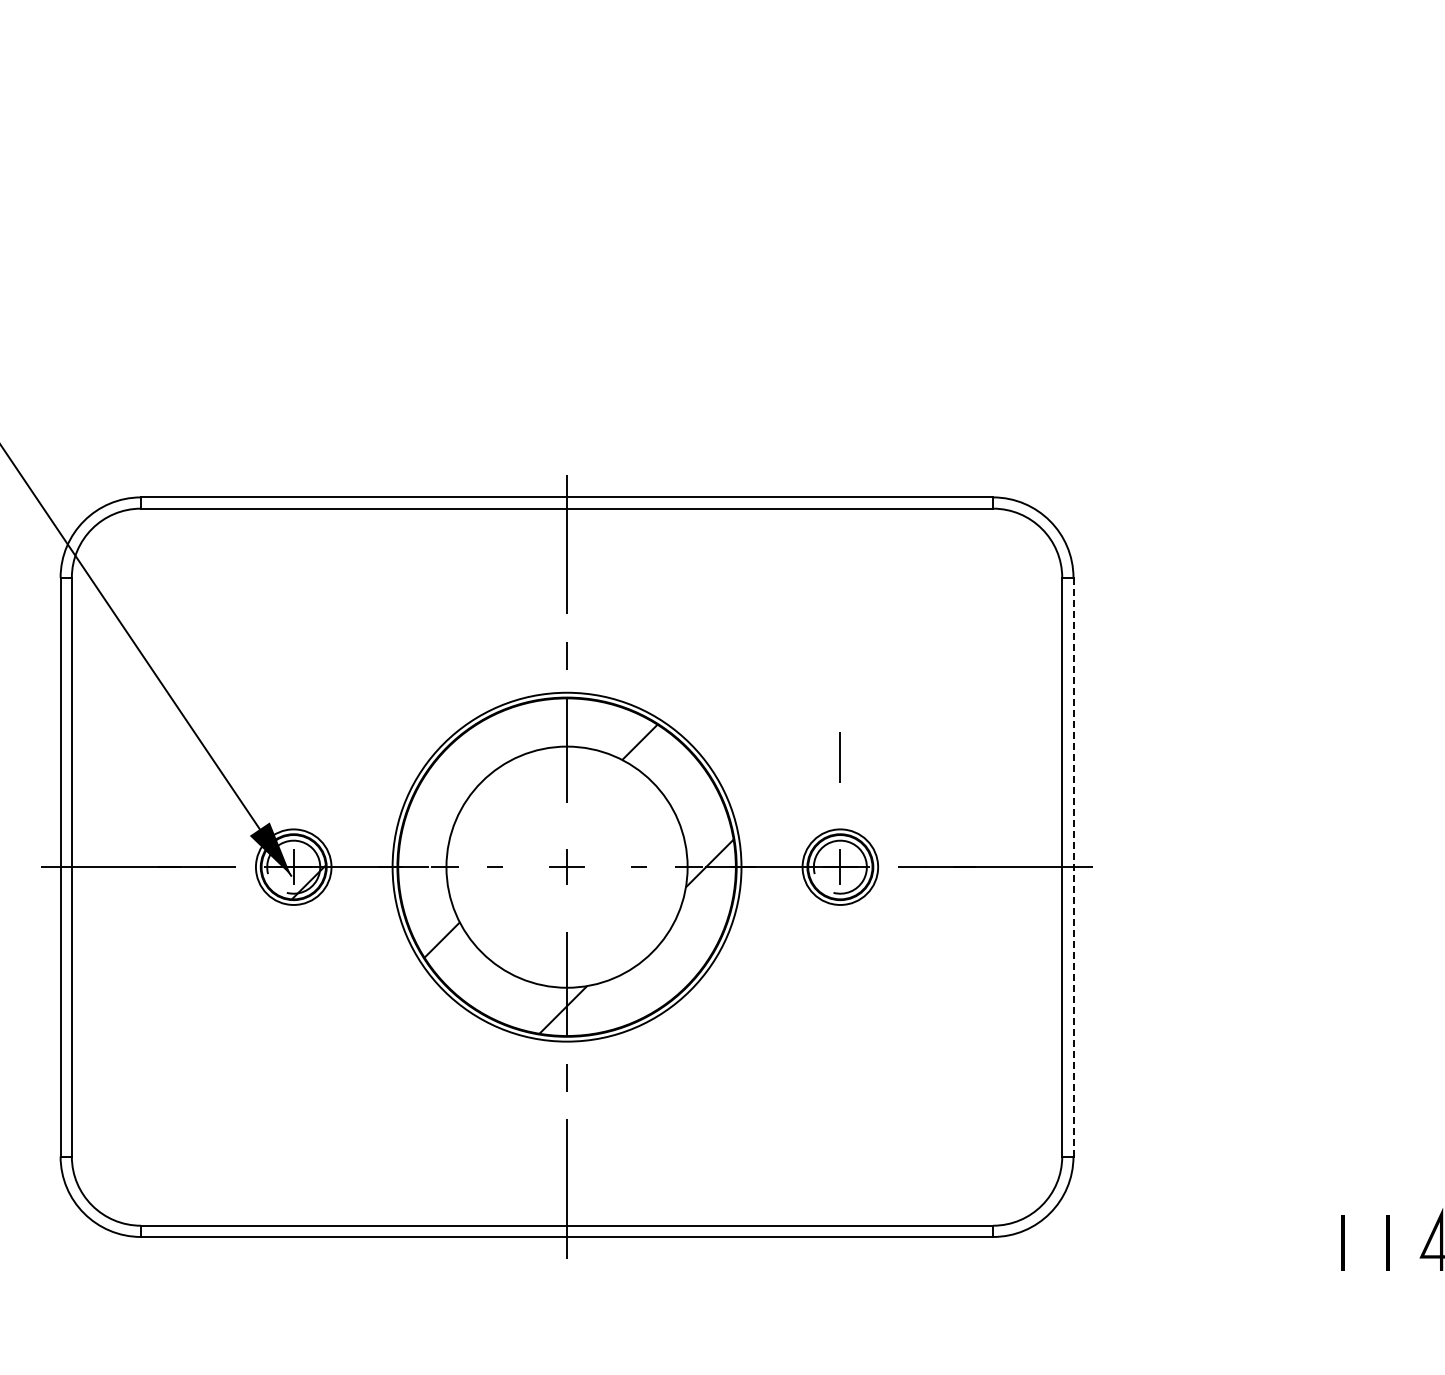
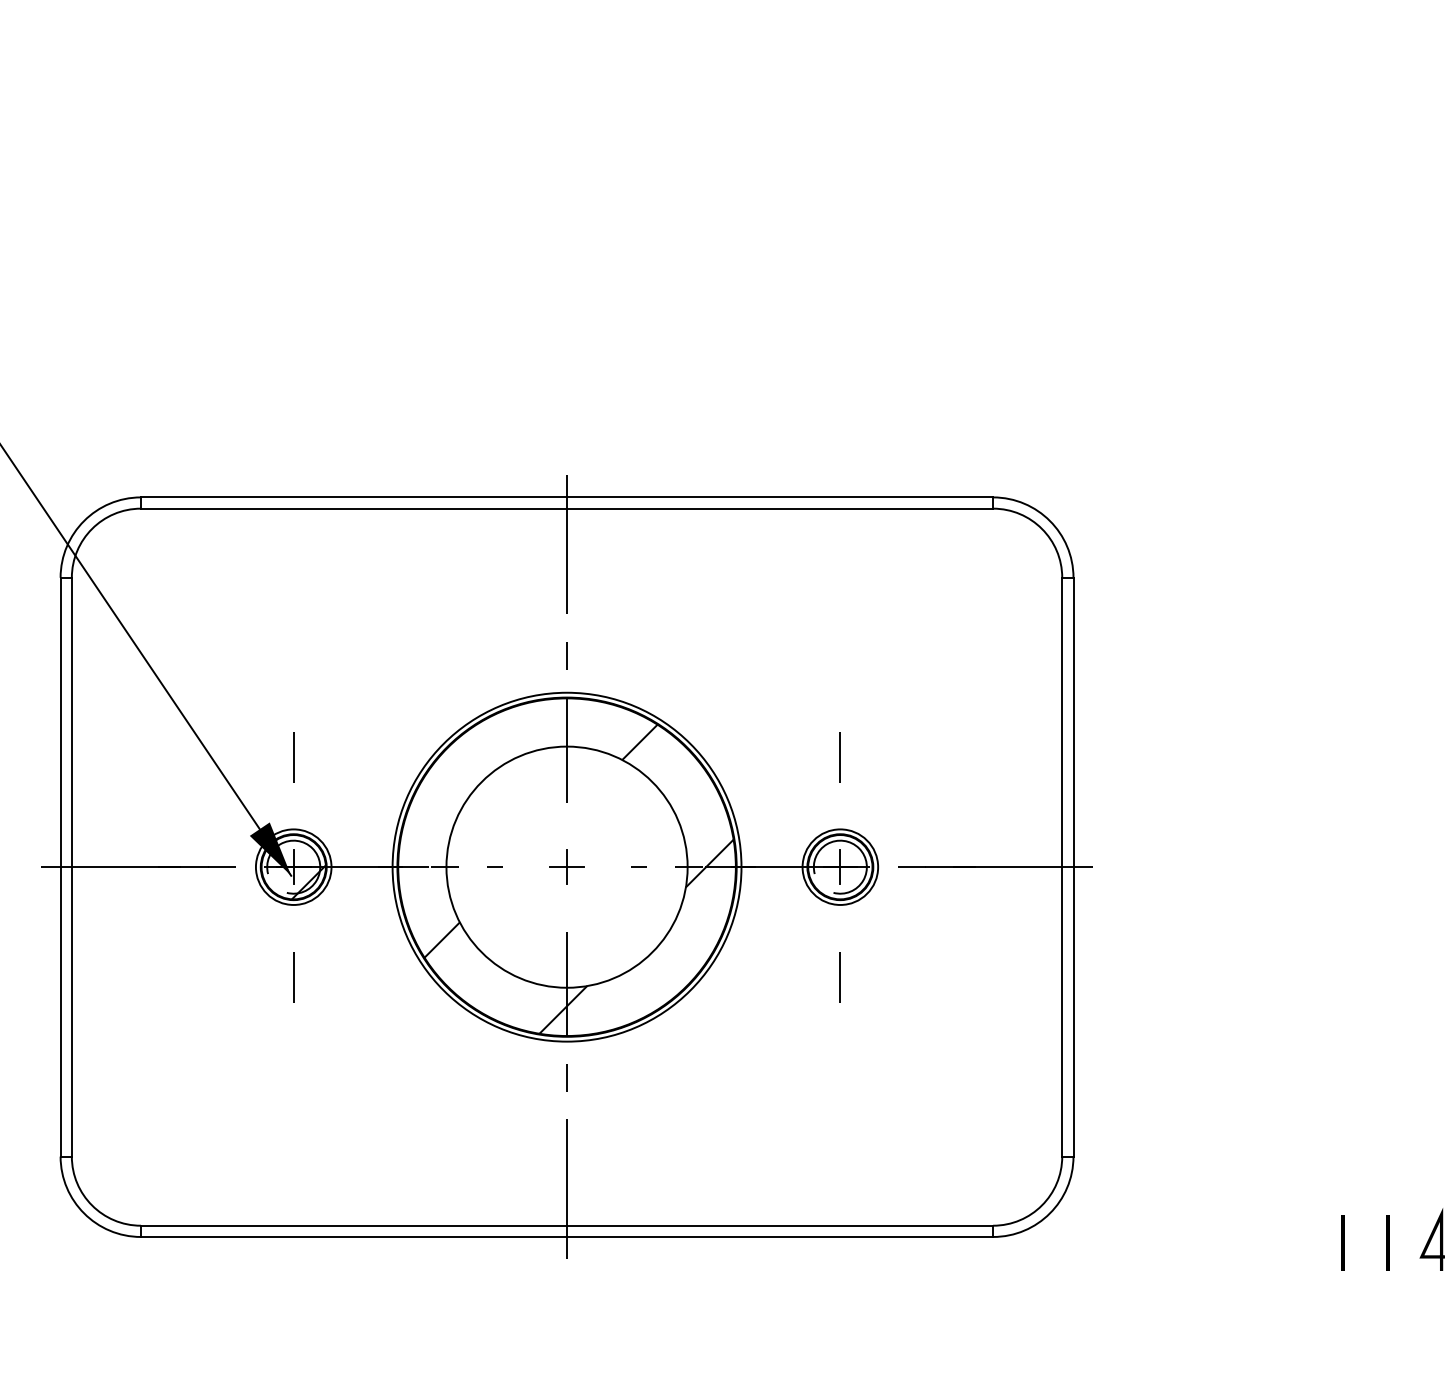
line at (293, 757): none -> present
line at (1073, 866): dashed -> solid
line at (840, 976): none -> present
line at (293, 977): none -> present
